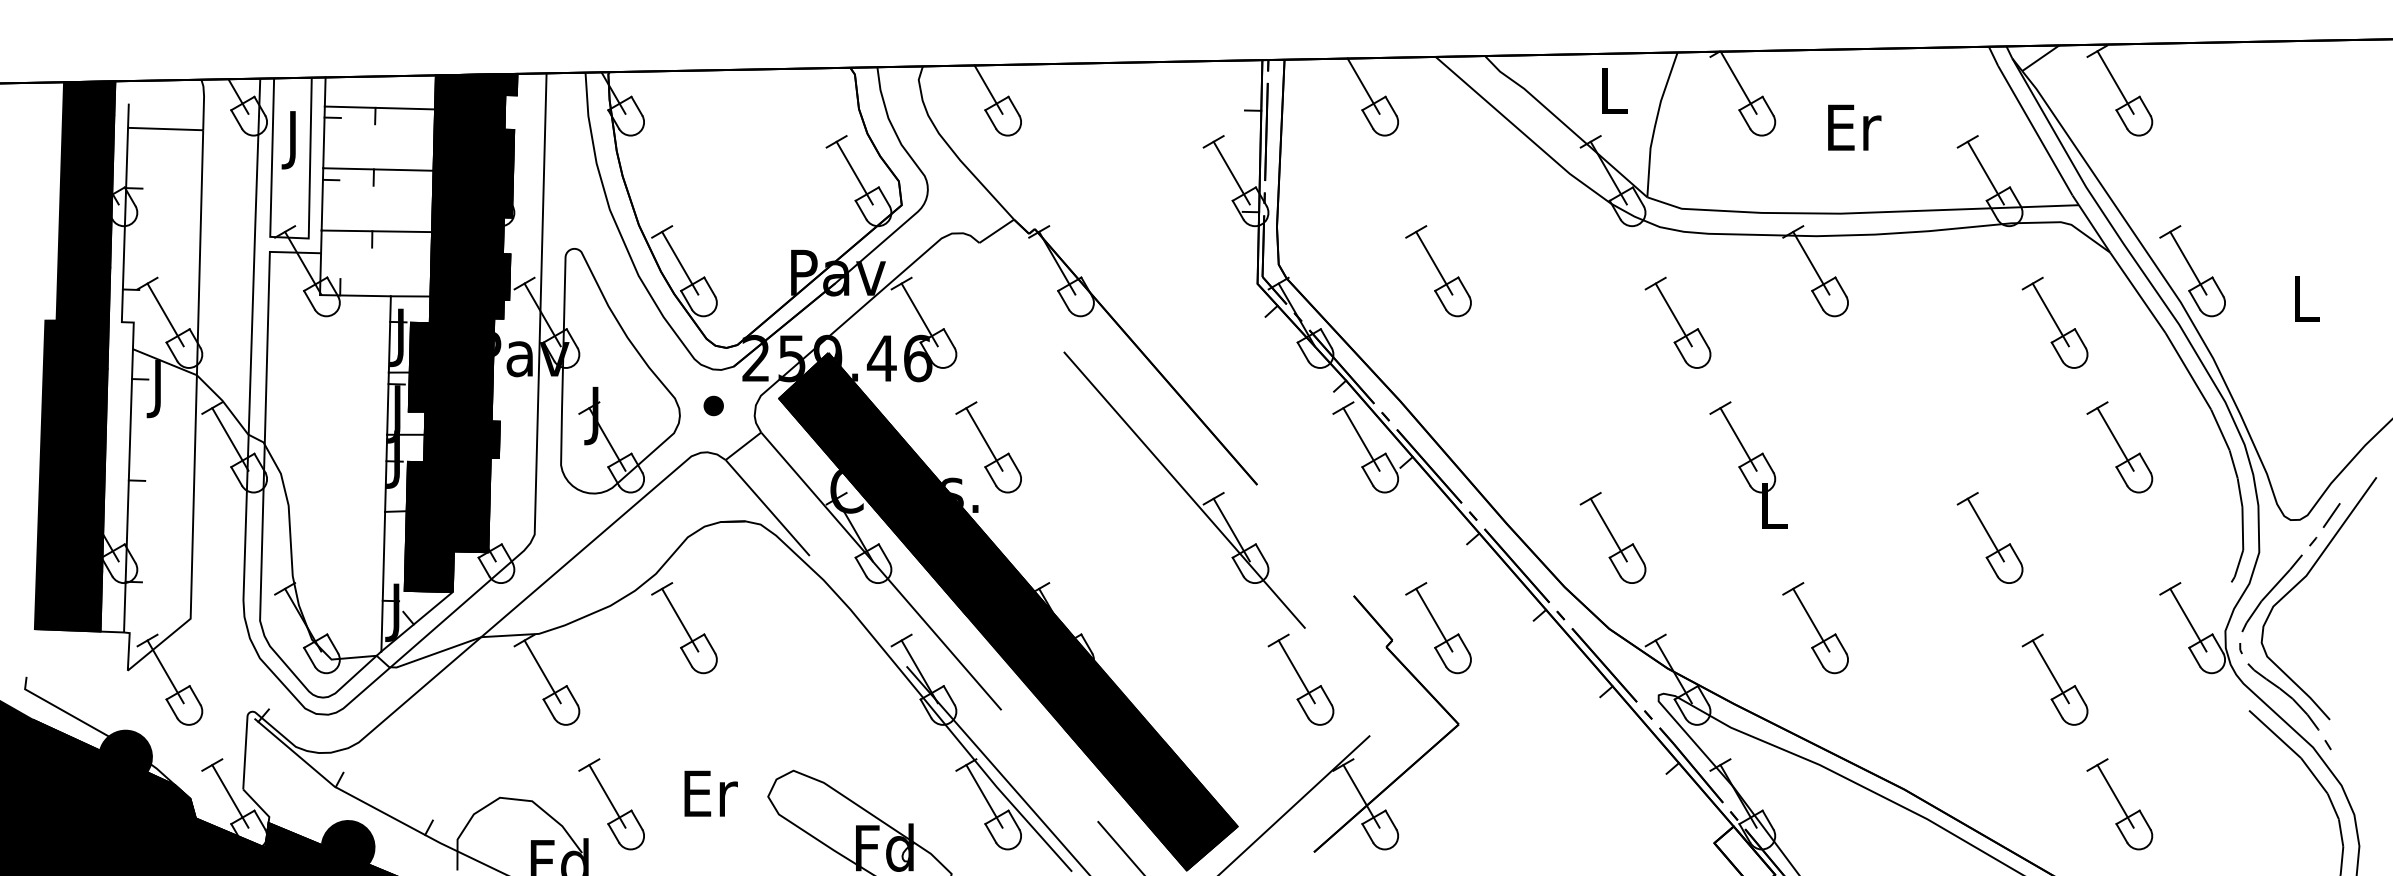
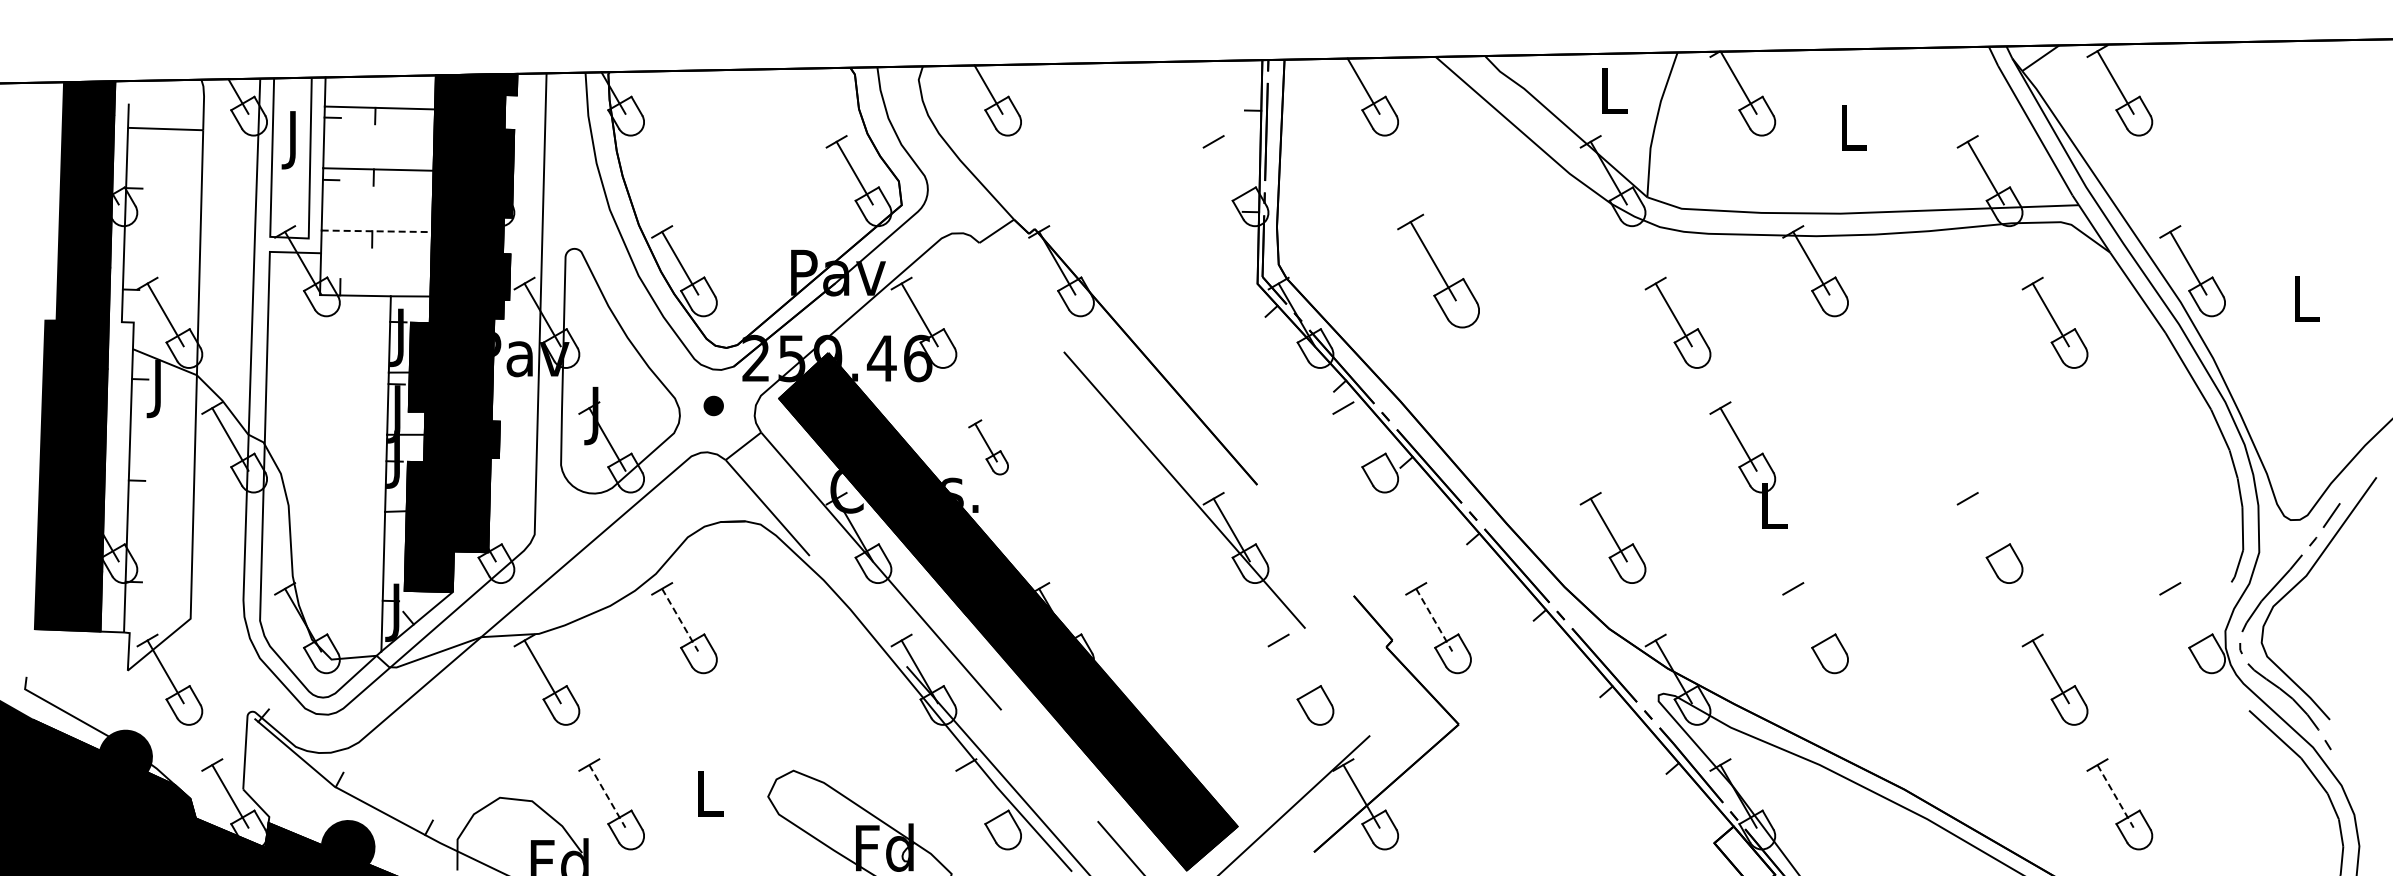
text at (1854, 127): Er -> L
line at (1231, 172): present -> none
line at (377, 231): solid -> dashed
part at (1438, 271) size: 67x93 px -> 83x116 px
line at (1361, 439): present -> none
part at (988, 447) size: 67x93 px -> 41x57 px
part at (2119, 447): present -> none
line at (1985, 529): present -> none
line at (1811, 619): present -> none
line at (2188, 619): present -> none
line at (680, 620): solid -> dashed
line at (1434, 620): solid -> dashed
line at (1296, 671): present -> none
text at (710, 793): Er -> L
line at (607, 796): solid -> dashed
line at (984, 796): present -> none
line at (2115, 796): solid -> dashed
